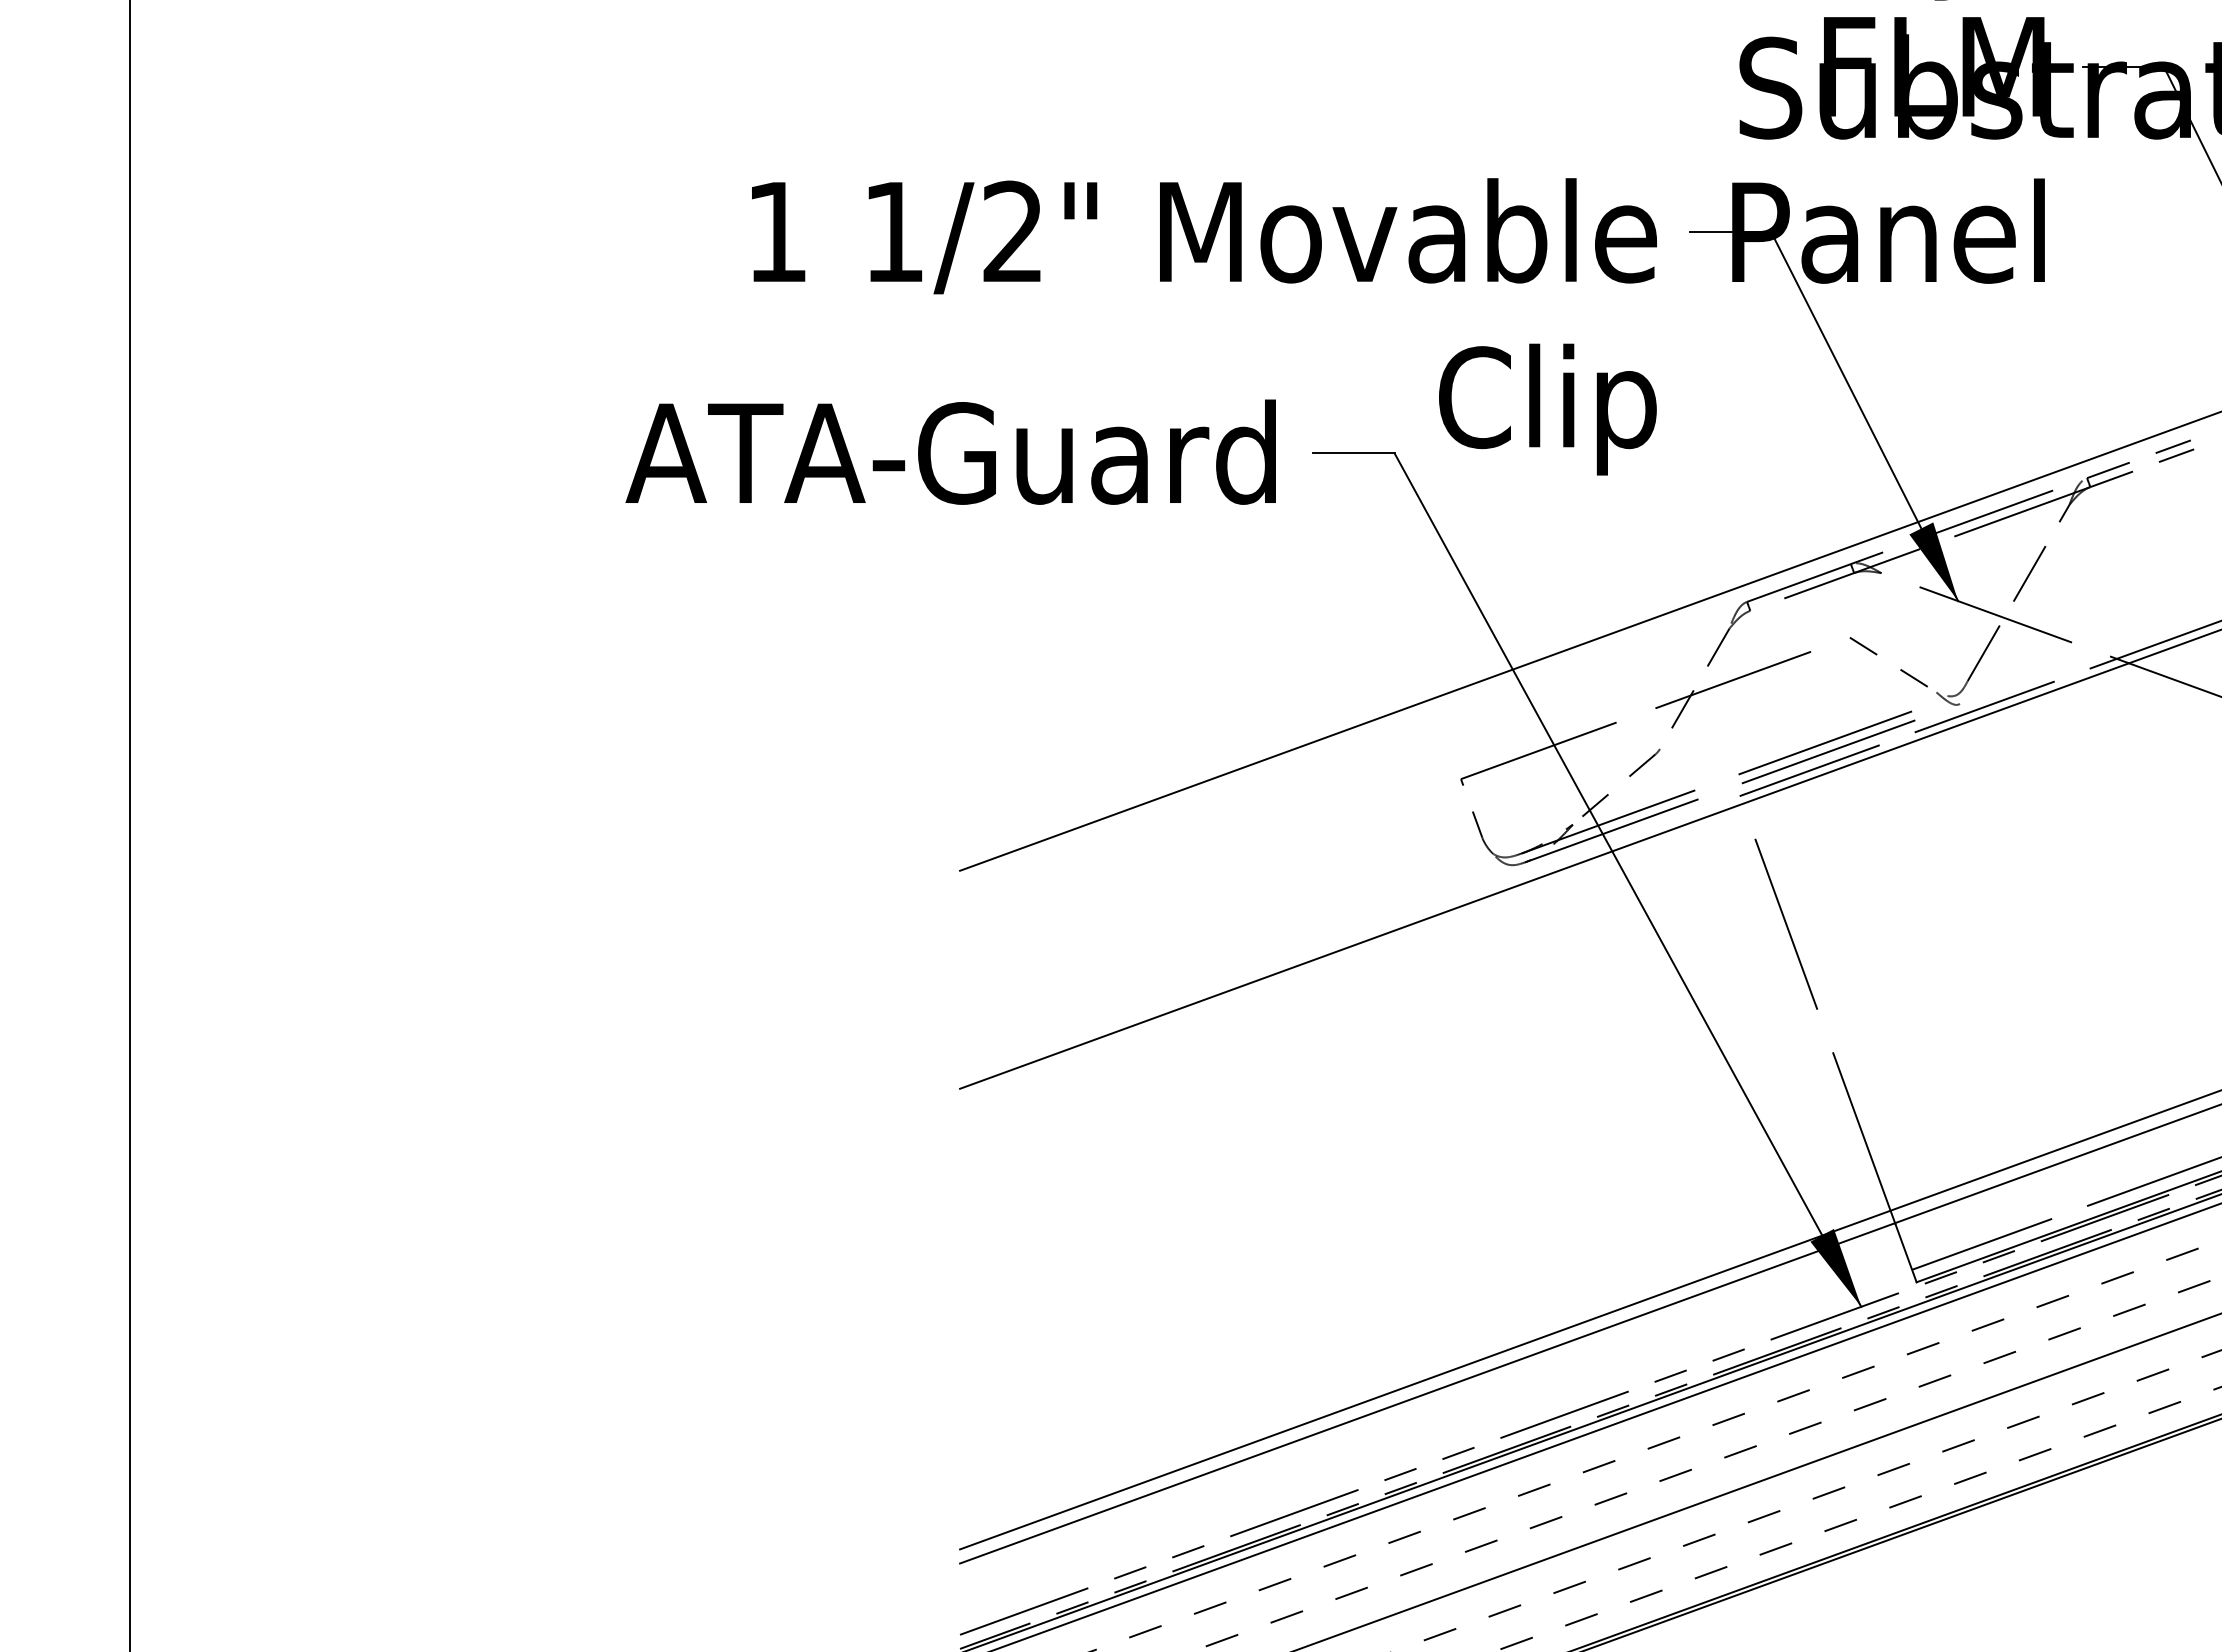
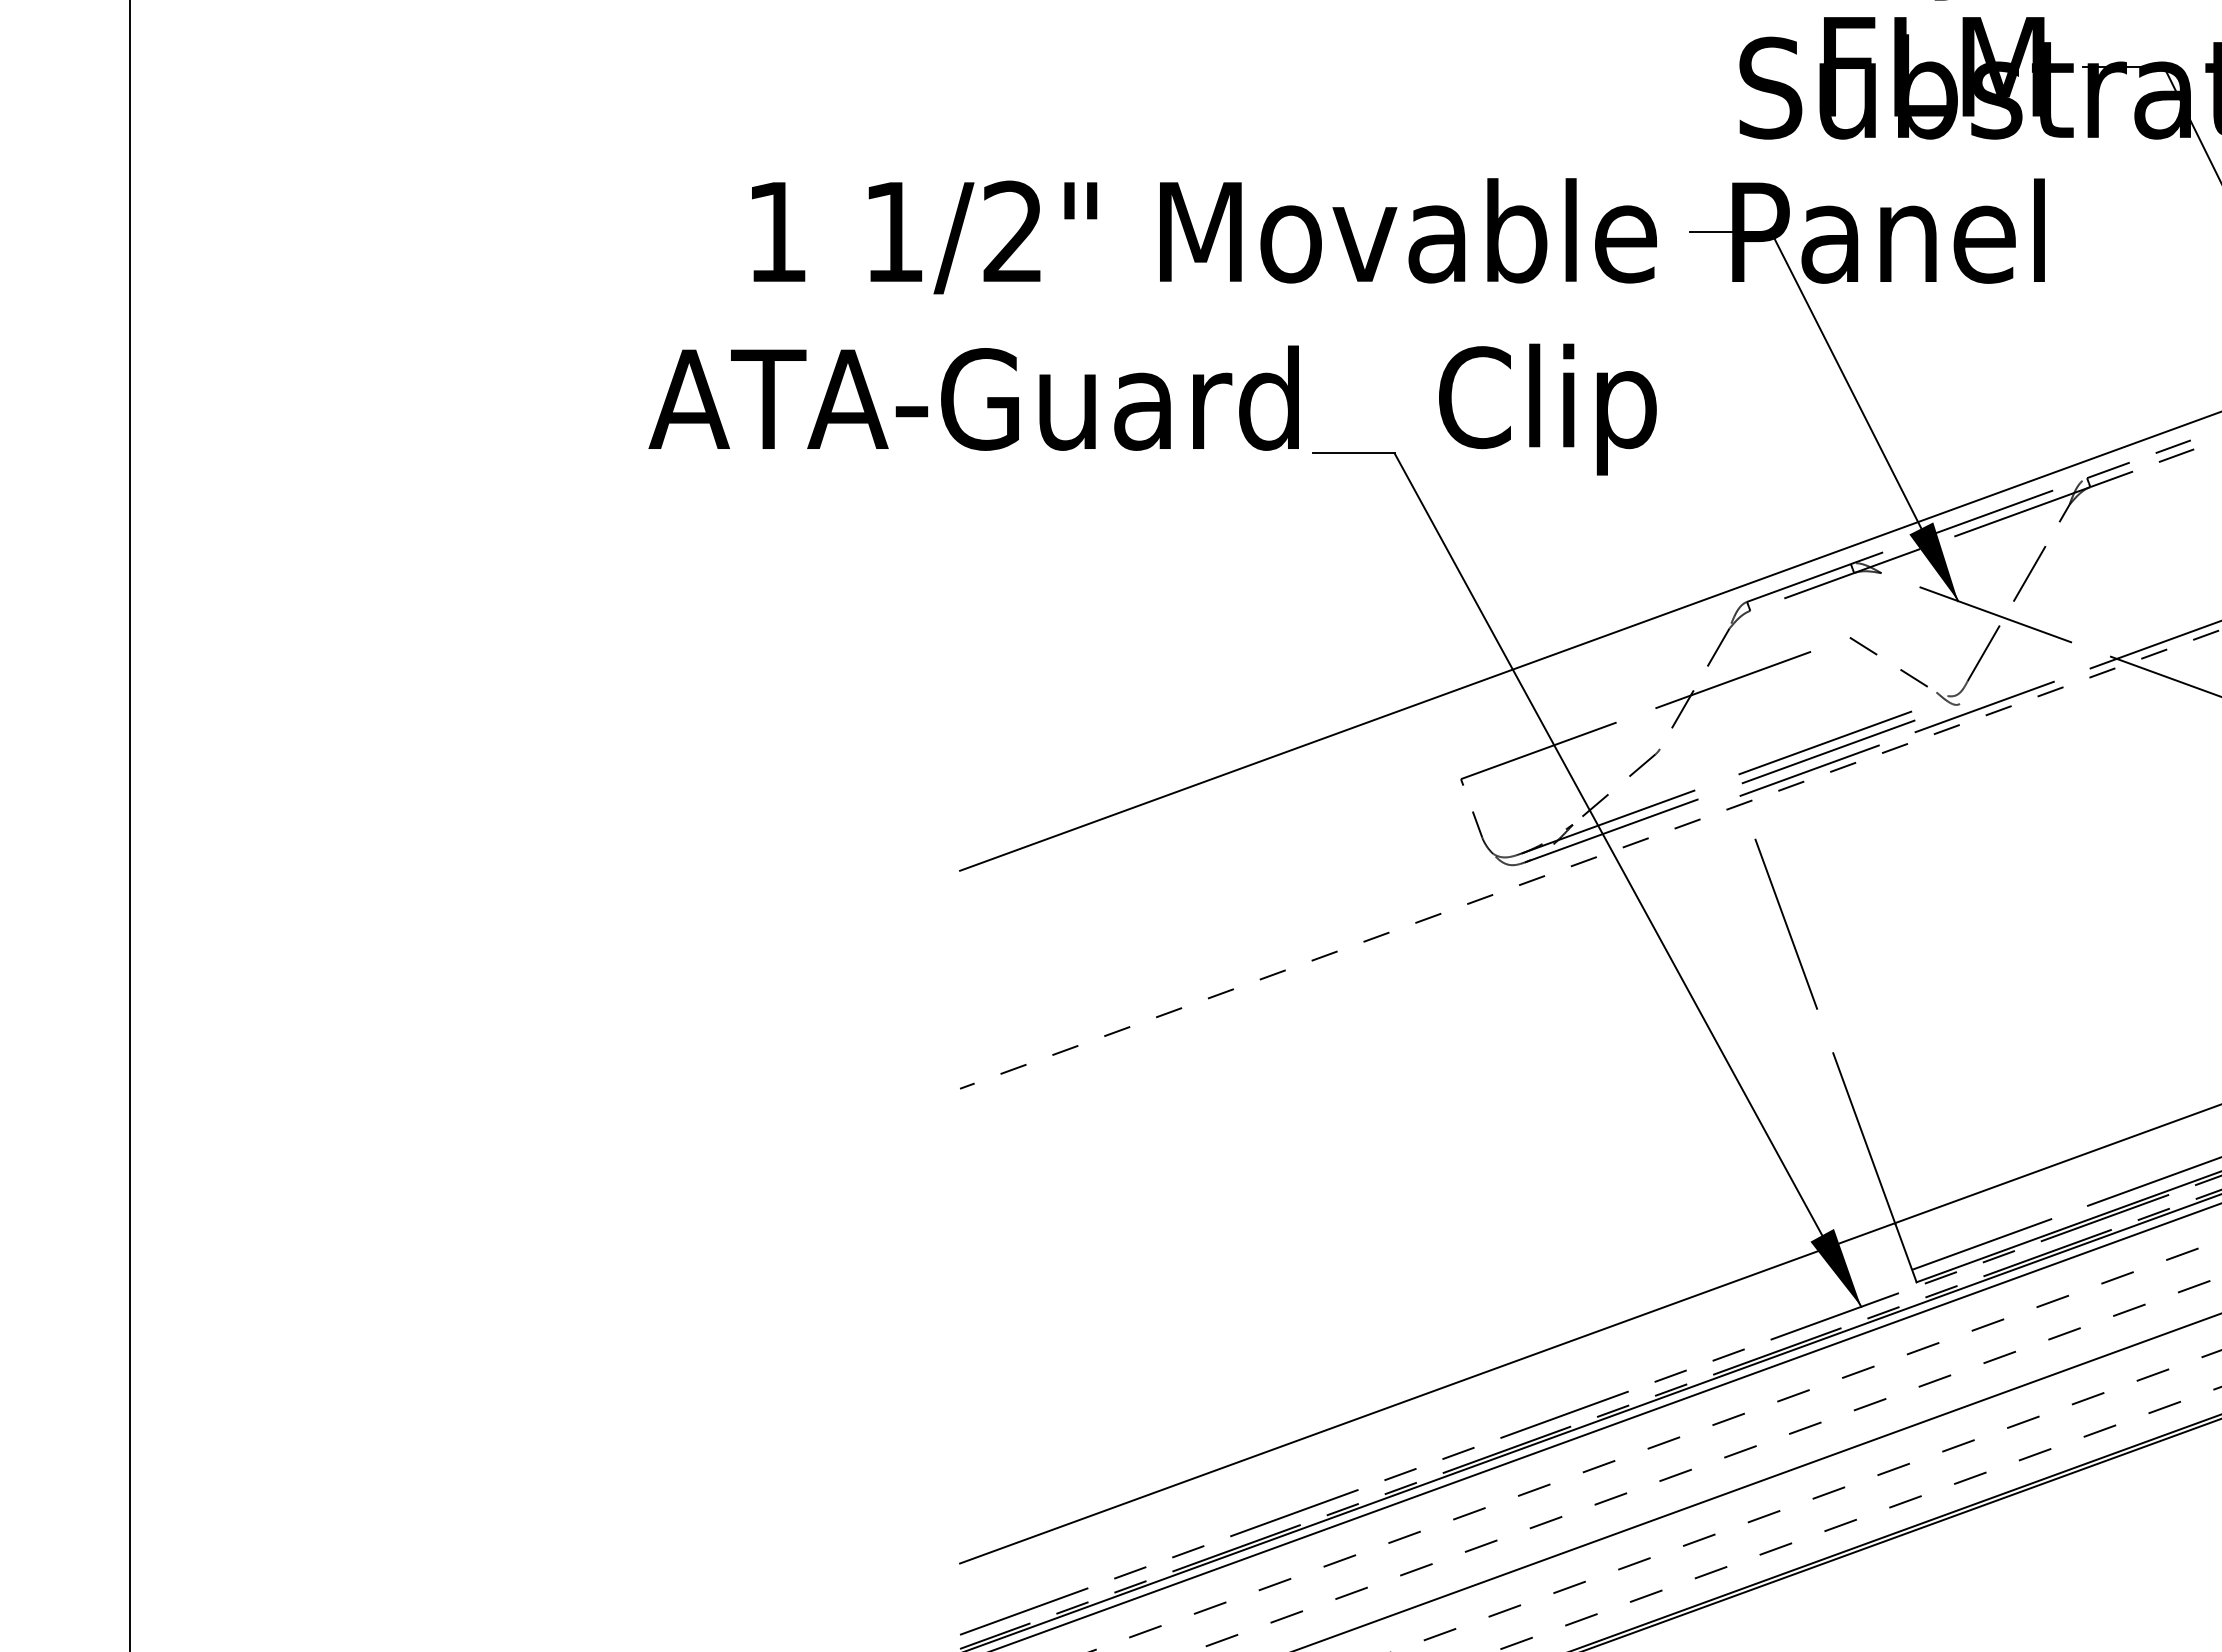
text at (950, 451) position: (950, 451) -> (973, 397)
line at (1590, 859): solid -> dashed
line at (1589, 1320): present -> none
